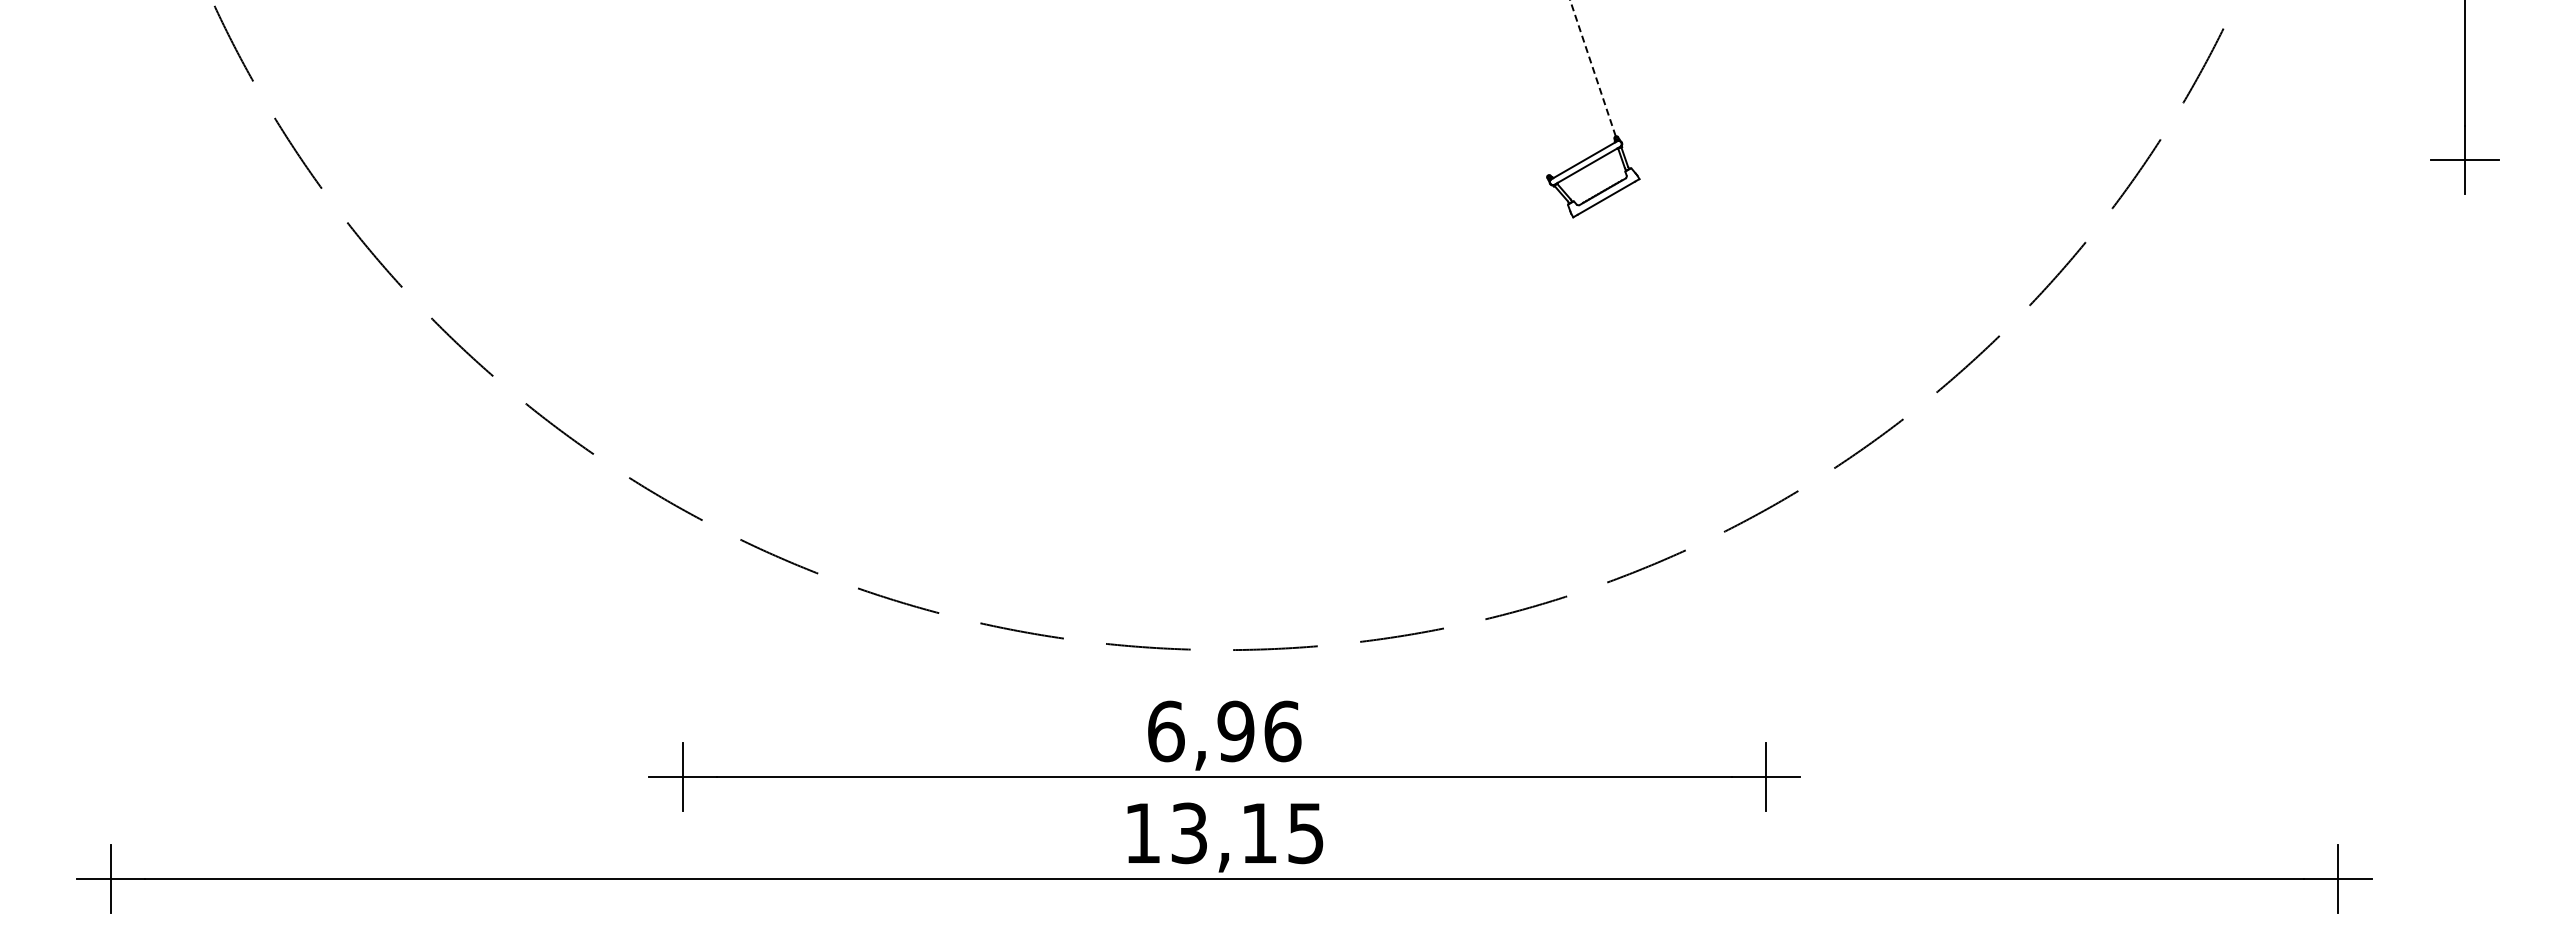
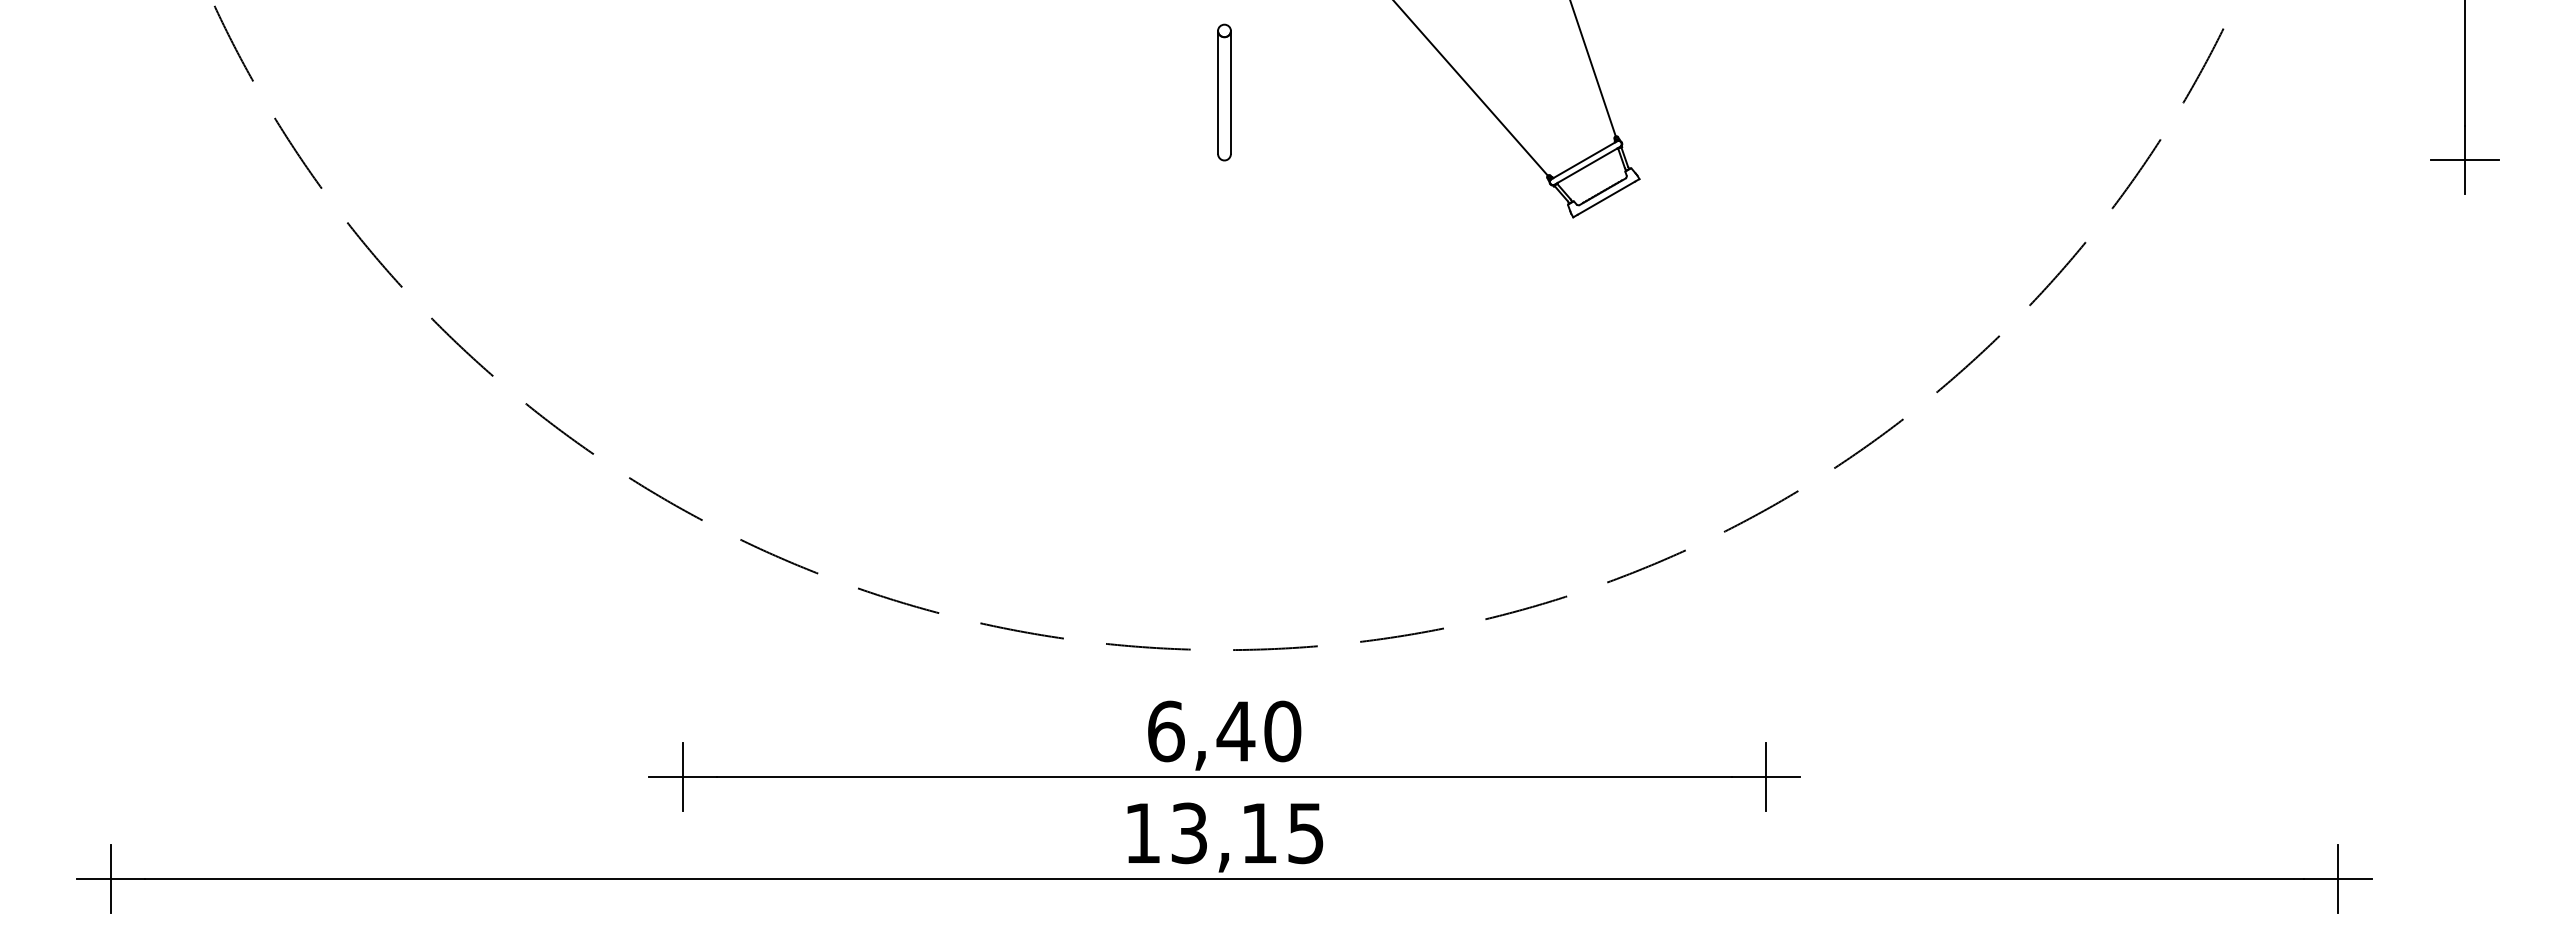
line at (1592, 68): dashed -> solid
line at (1471, 88): none -> present
part at (1224, 92): none -> present
text at (1258, 731): 6,96 -> 6,40
